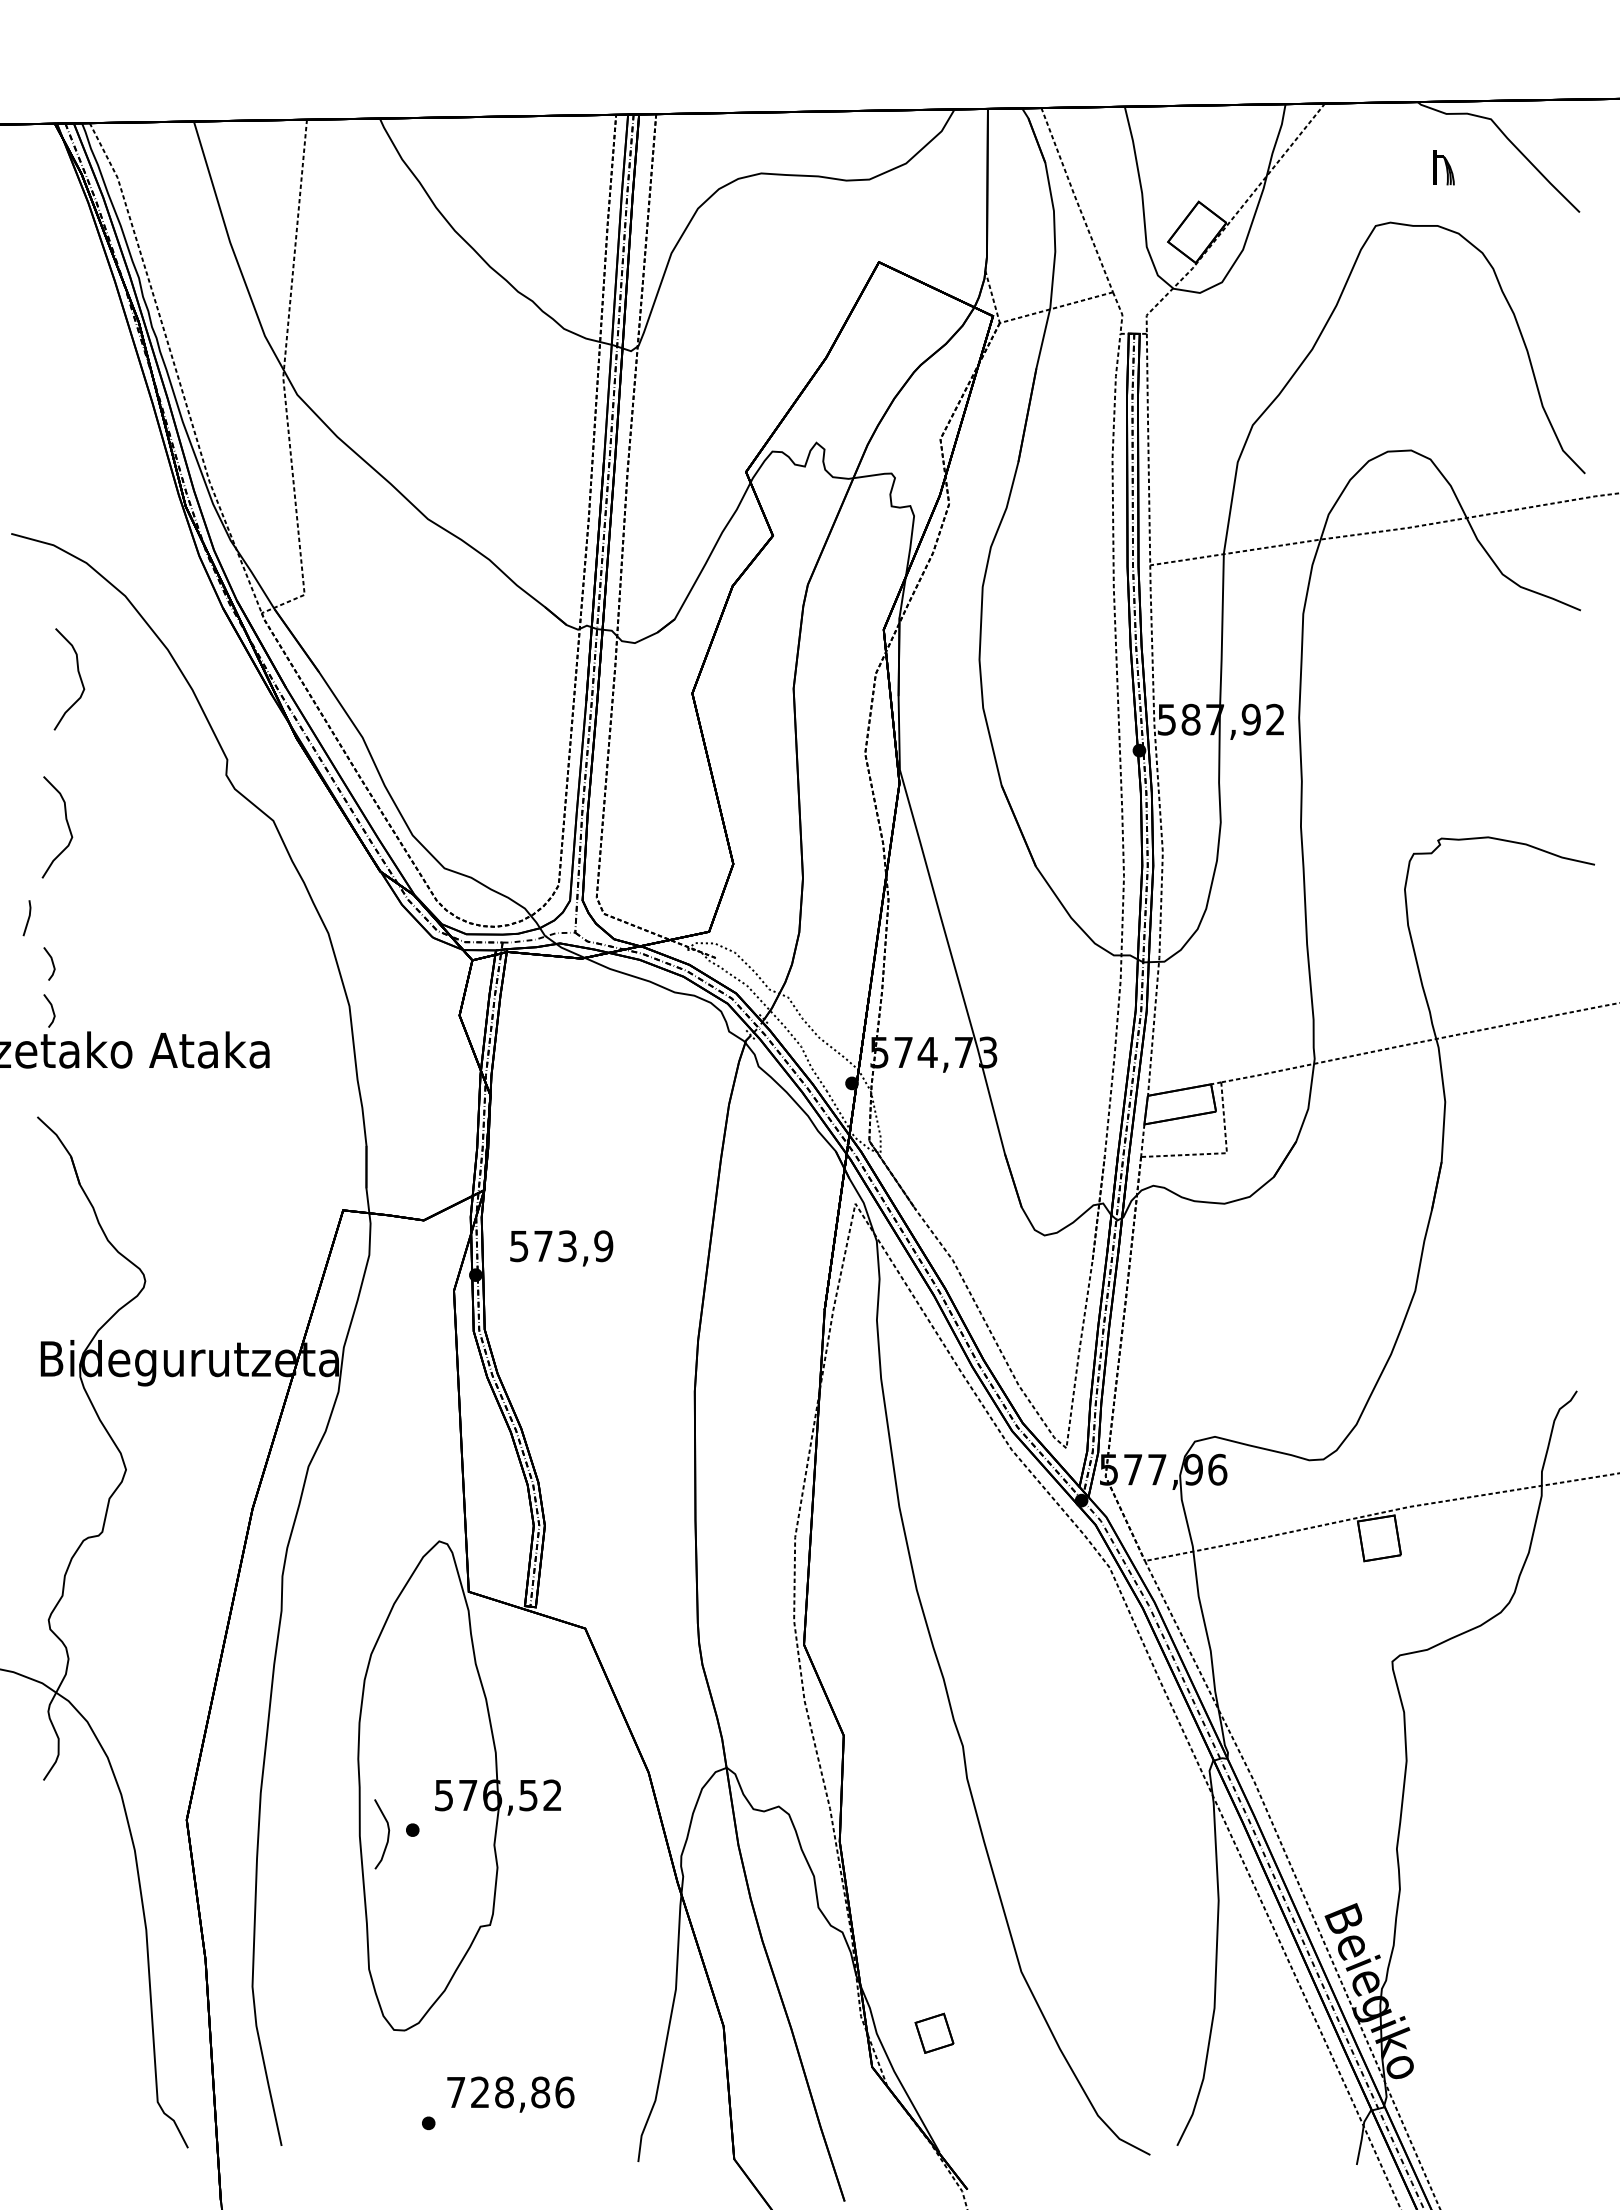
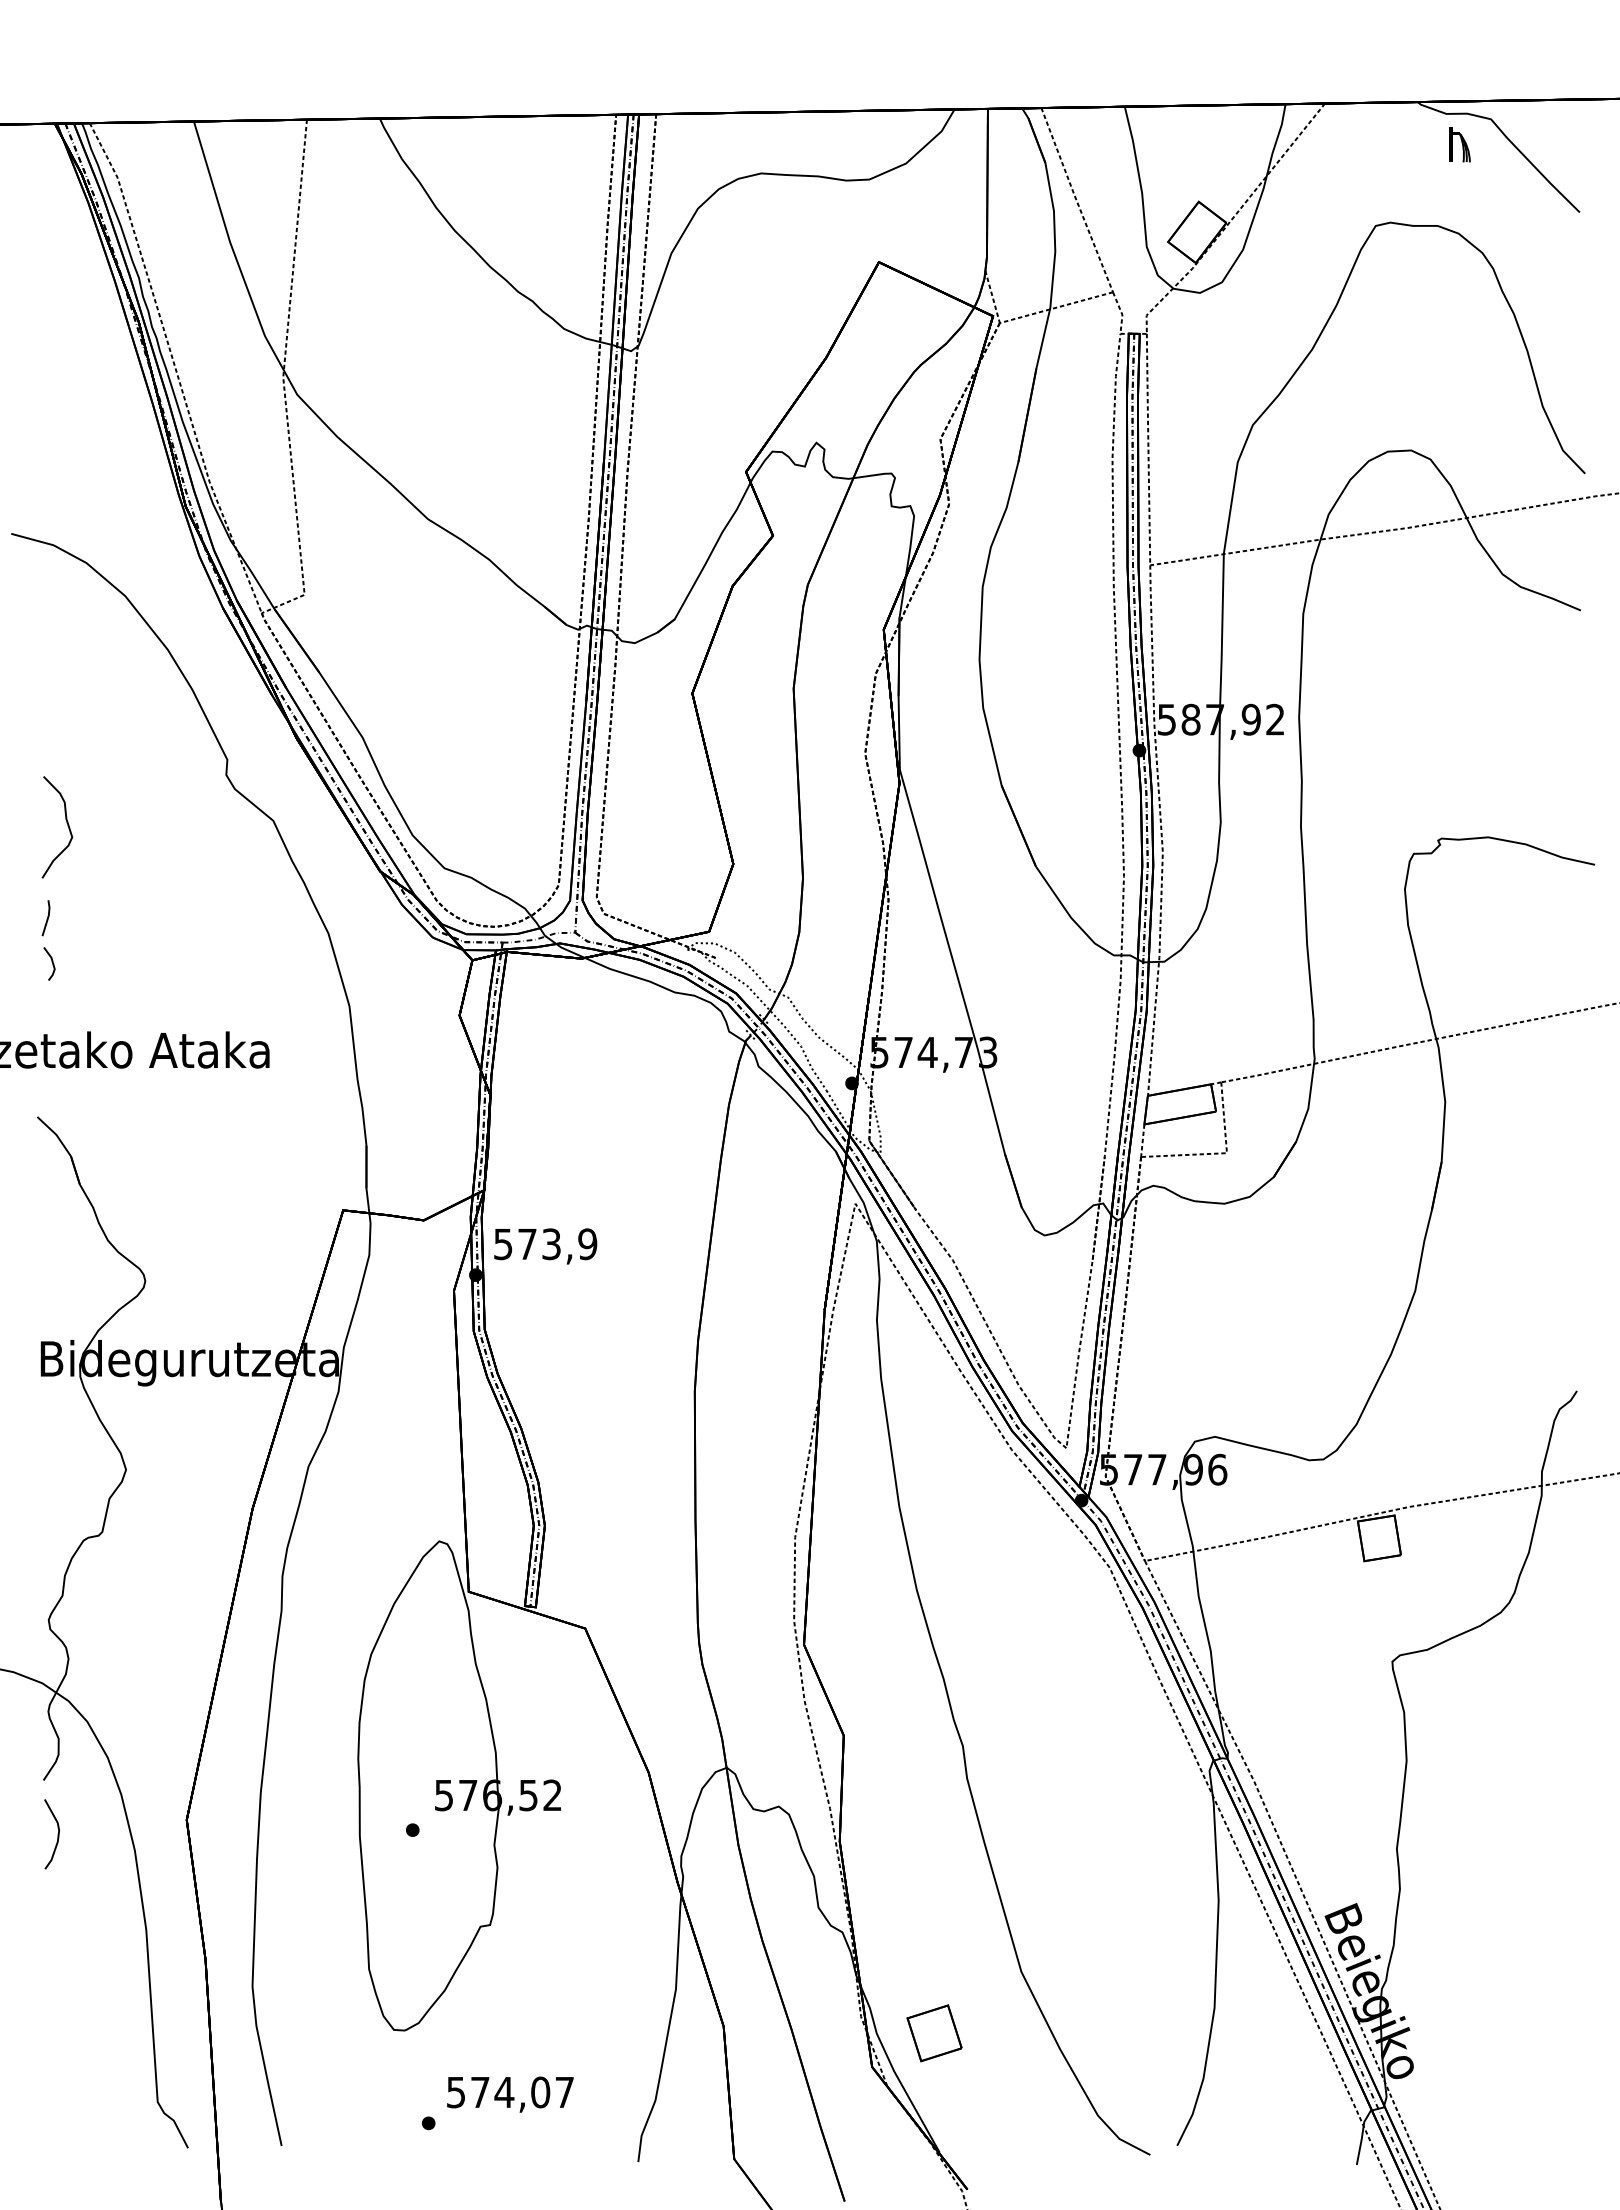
part at (1443, 167) position: (1443, 167) -> (1459, 144)
curve at (78, 675): present -> none
line at (27, 919) position: (27, 919) -> (46, 919)
line at (51, 1009): present -> none
text at (561, 1248) position: (561, 1248) -> (545, 1246)
curve at (387, 1834) position: (387, 1834) -> (57, 1834)
part at (934, 2032) size: 41x42 px -> 57x59 px
text at (510, 2092): 728,86 -> 574,07
